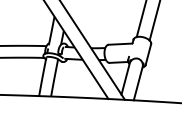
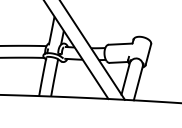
line at (140, 19): present -> none
line at (154, 21): present -> none
